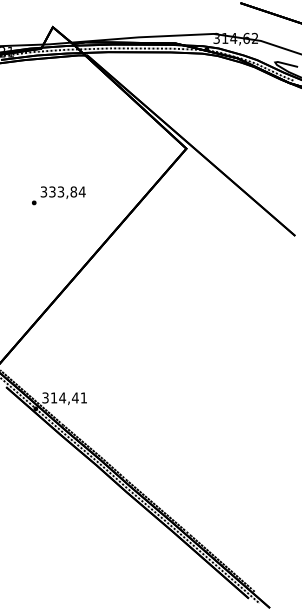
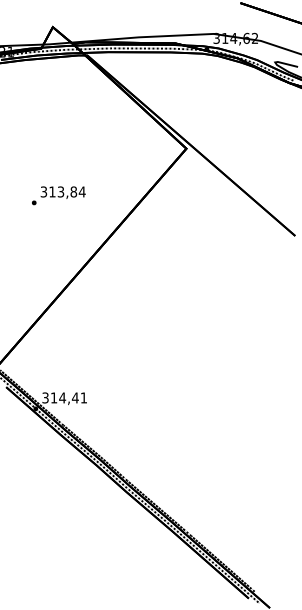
text at (52, 191): 333,84 -> 313,84
